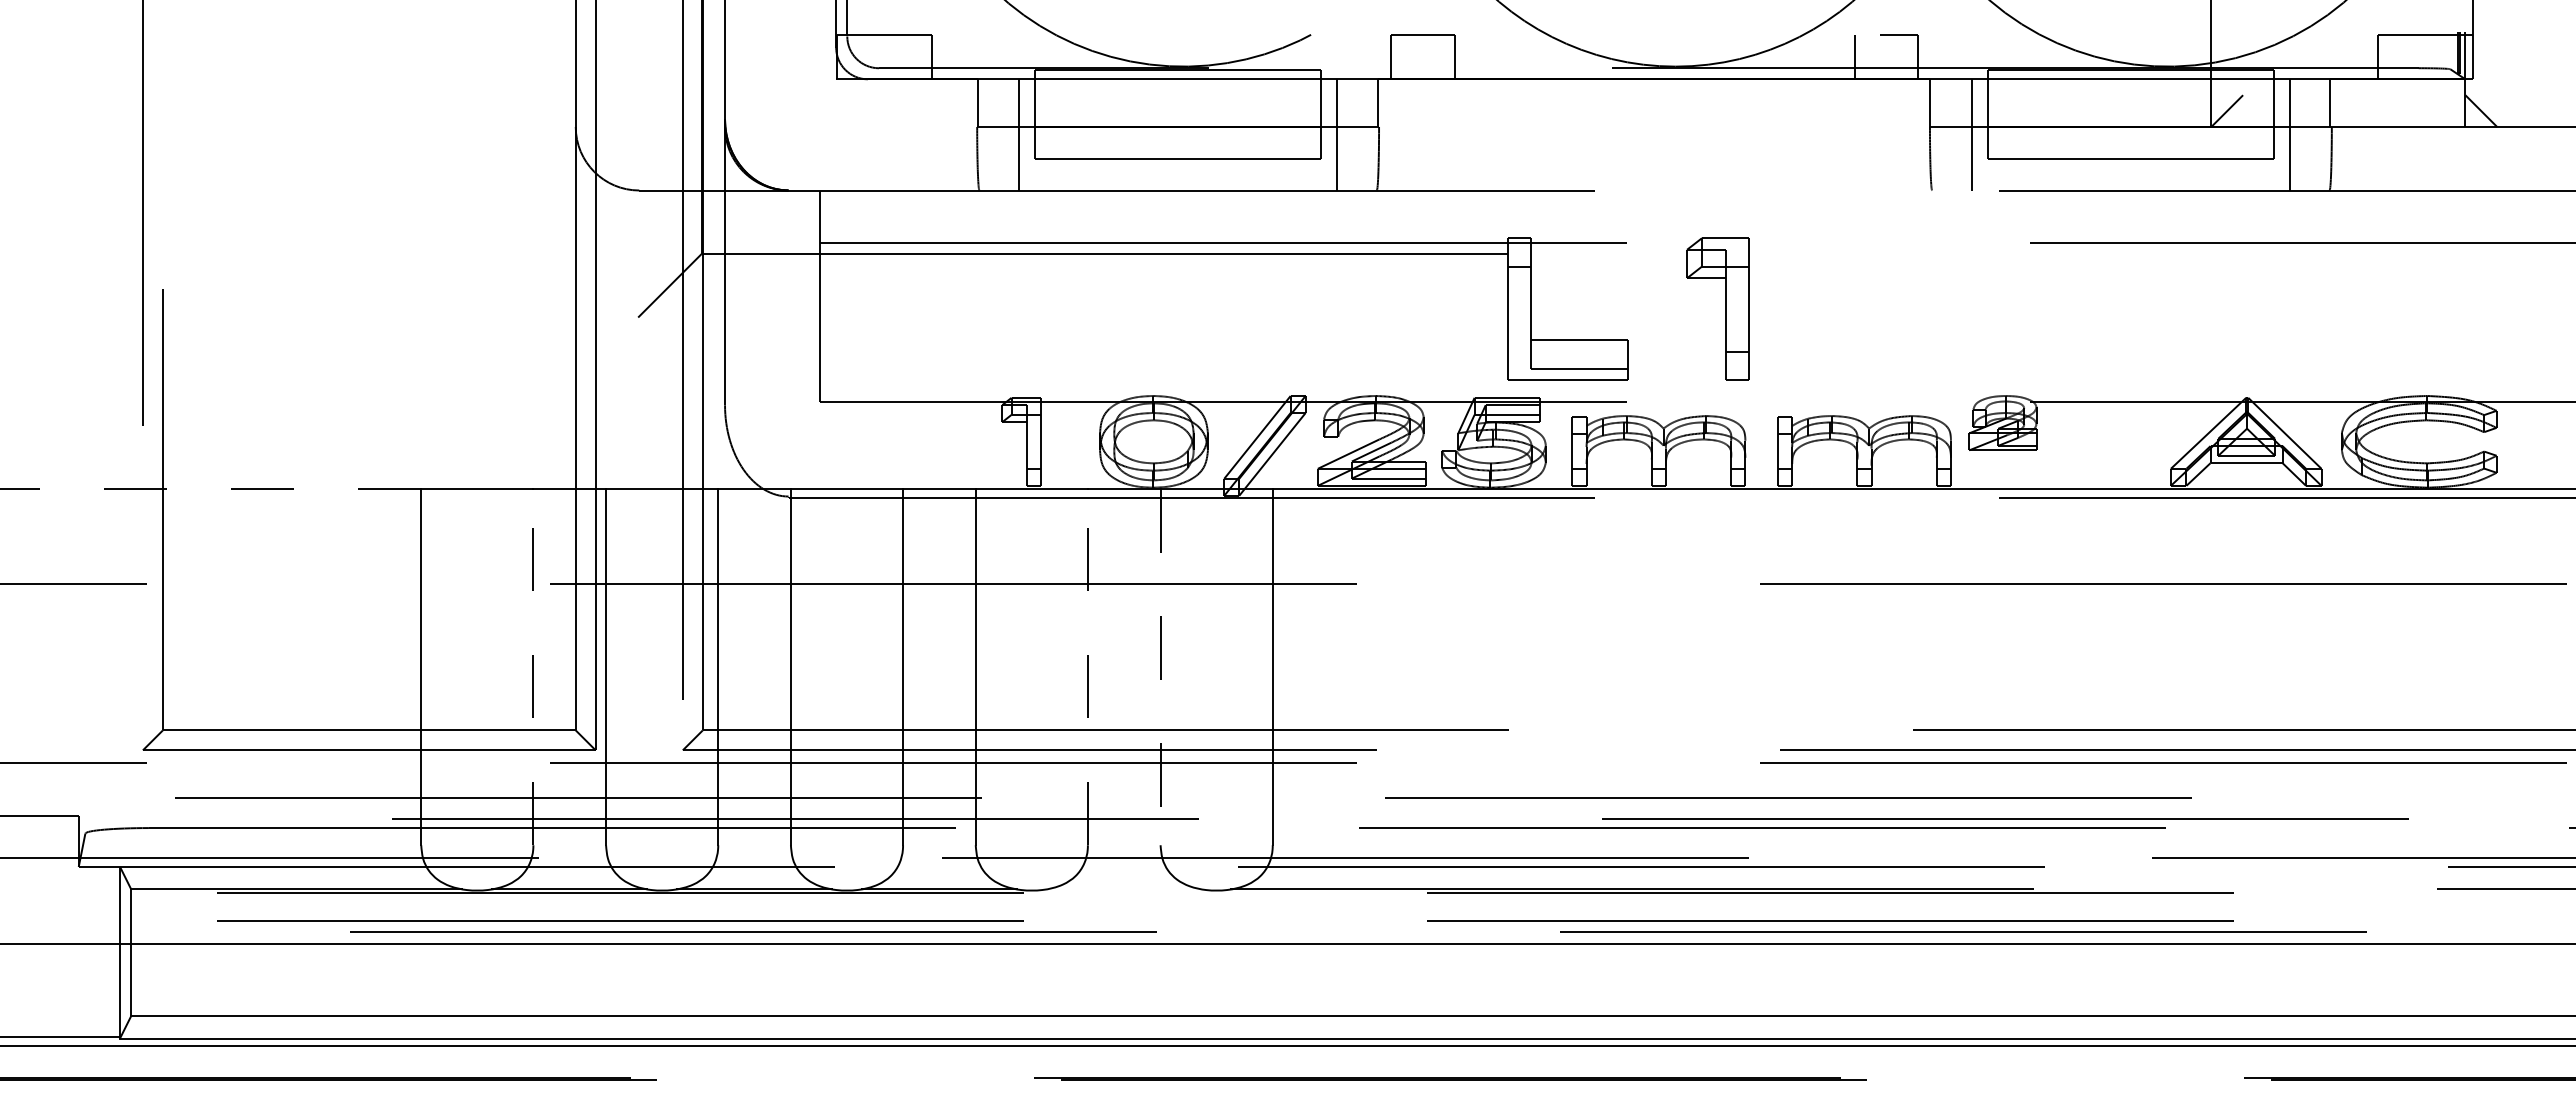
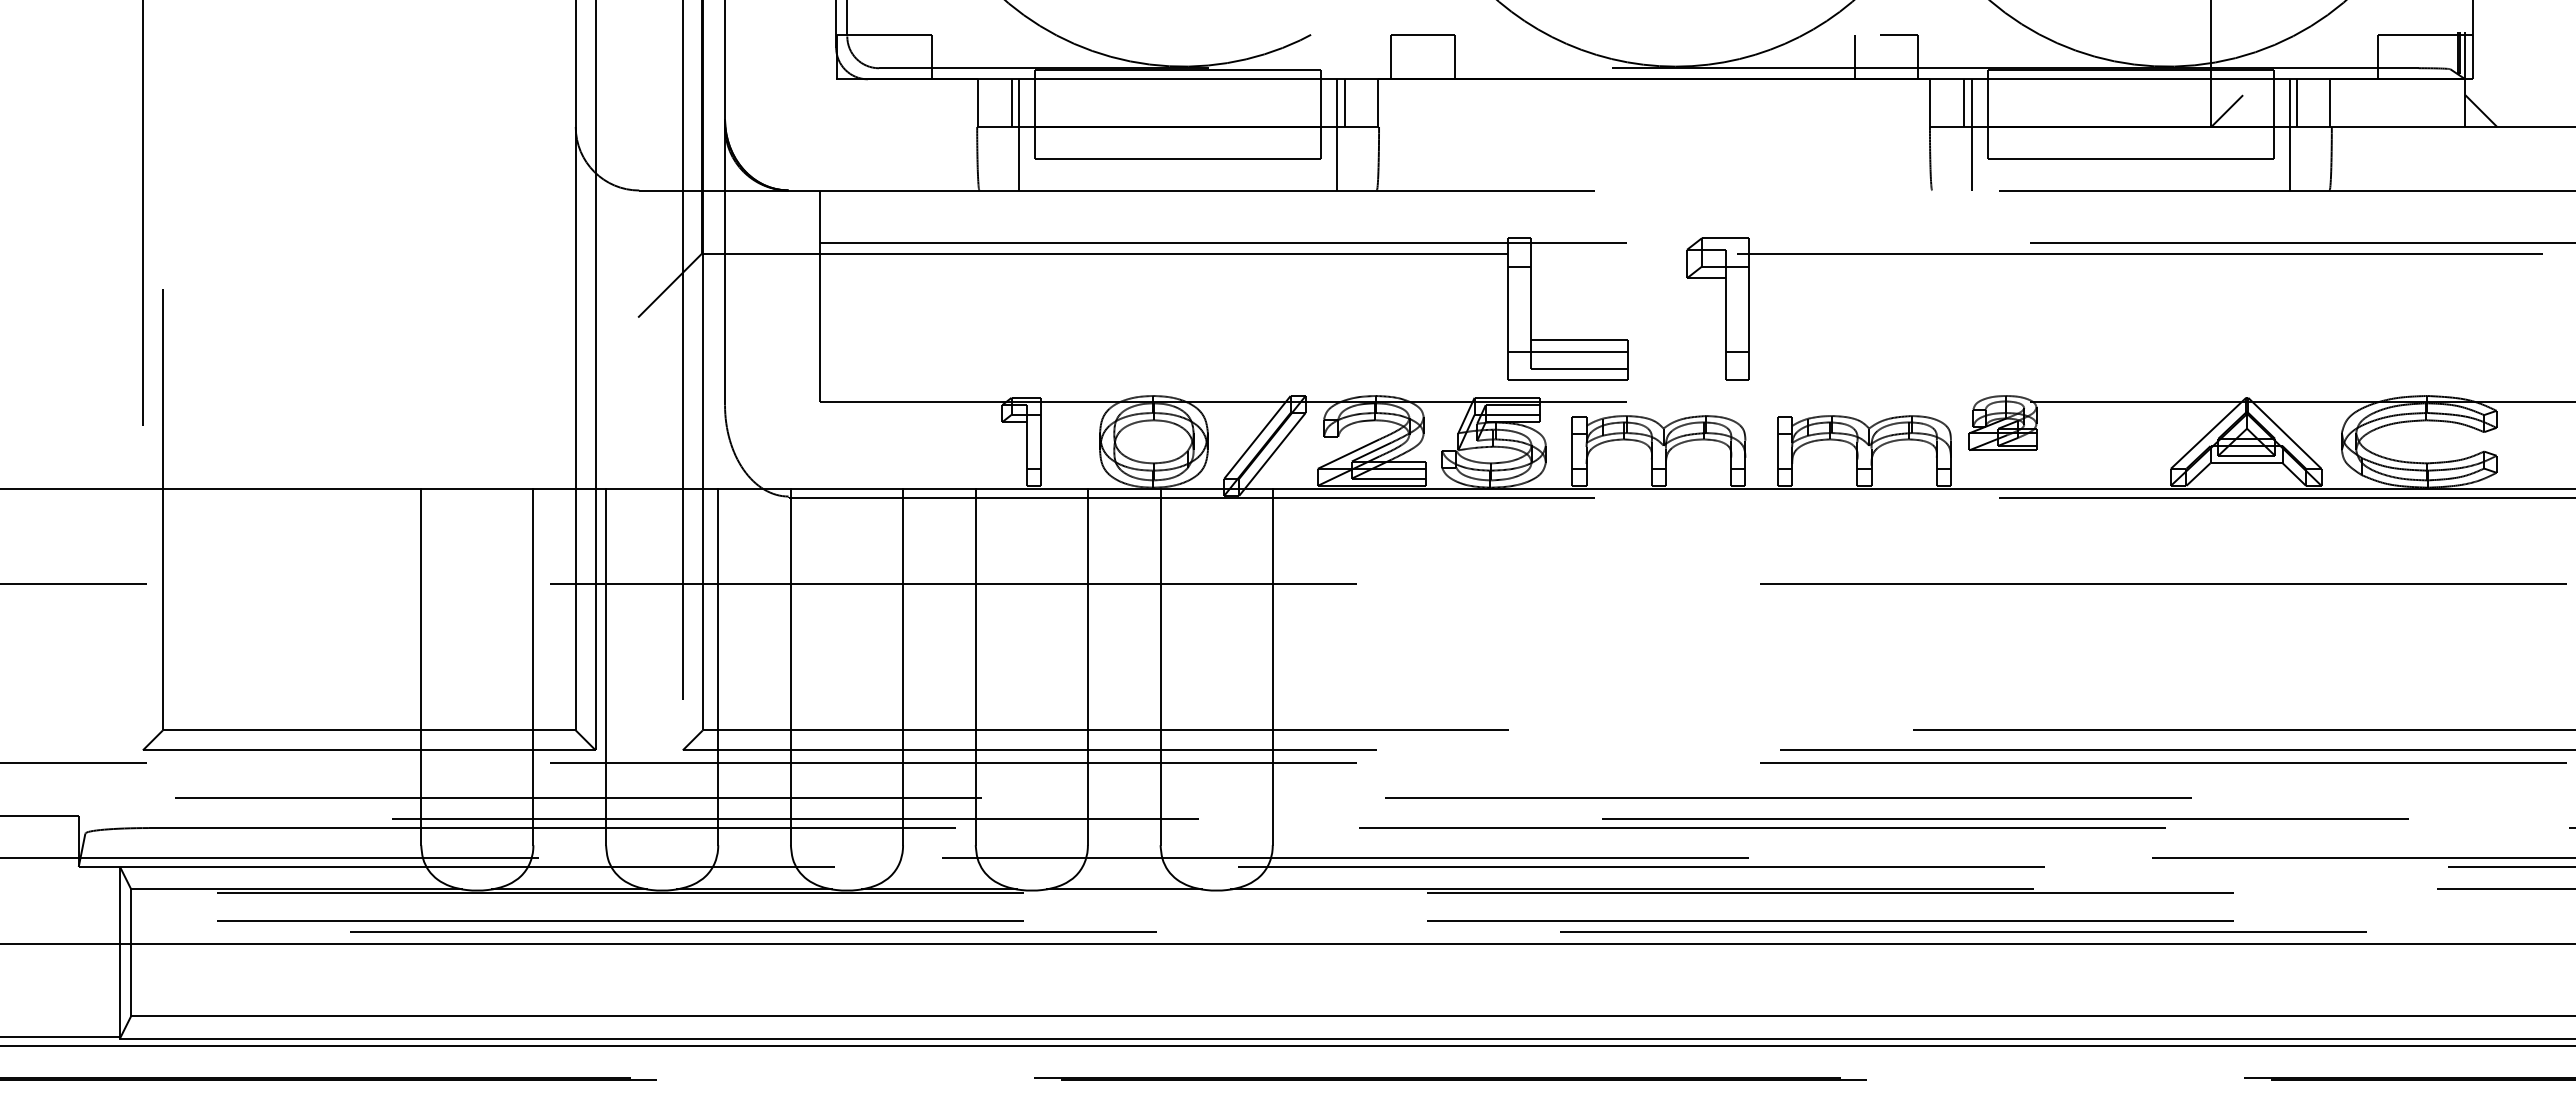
line at (1011, 102): none -> present
line at (1344, 102): none -> present
line at (1964, 102): none -> present
line at (2297, 102): none -> present
line at (2154, 254): none -> present
line at (1567, 351): none -> present
line at (210, 489): dashed -> solid
line at (533, 666): dashed -> solid
line at (1087, 666): dashed -> solid
line at (1160, 667): dashed -> solid
line at (1123, 889): none -> present
